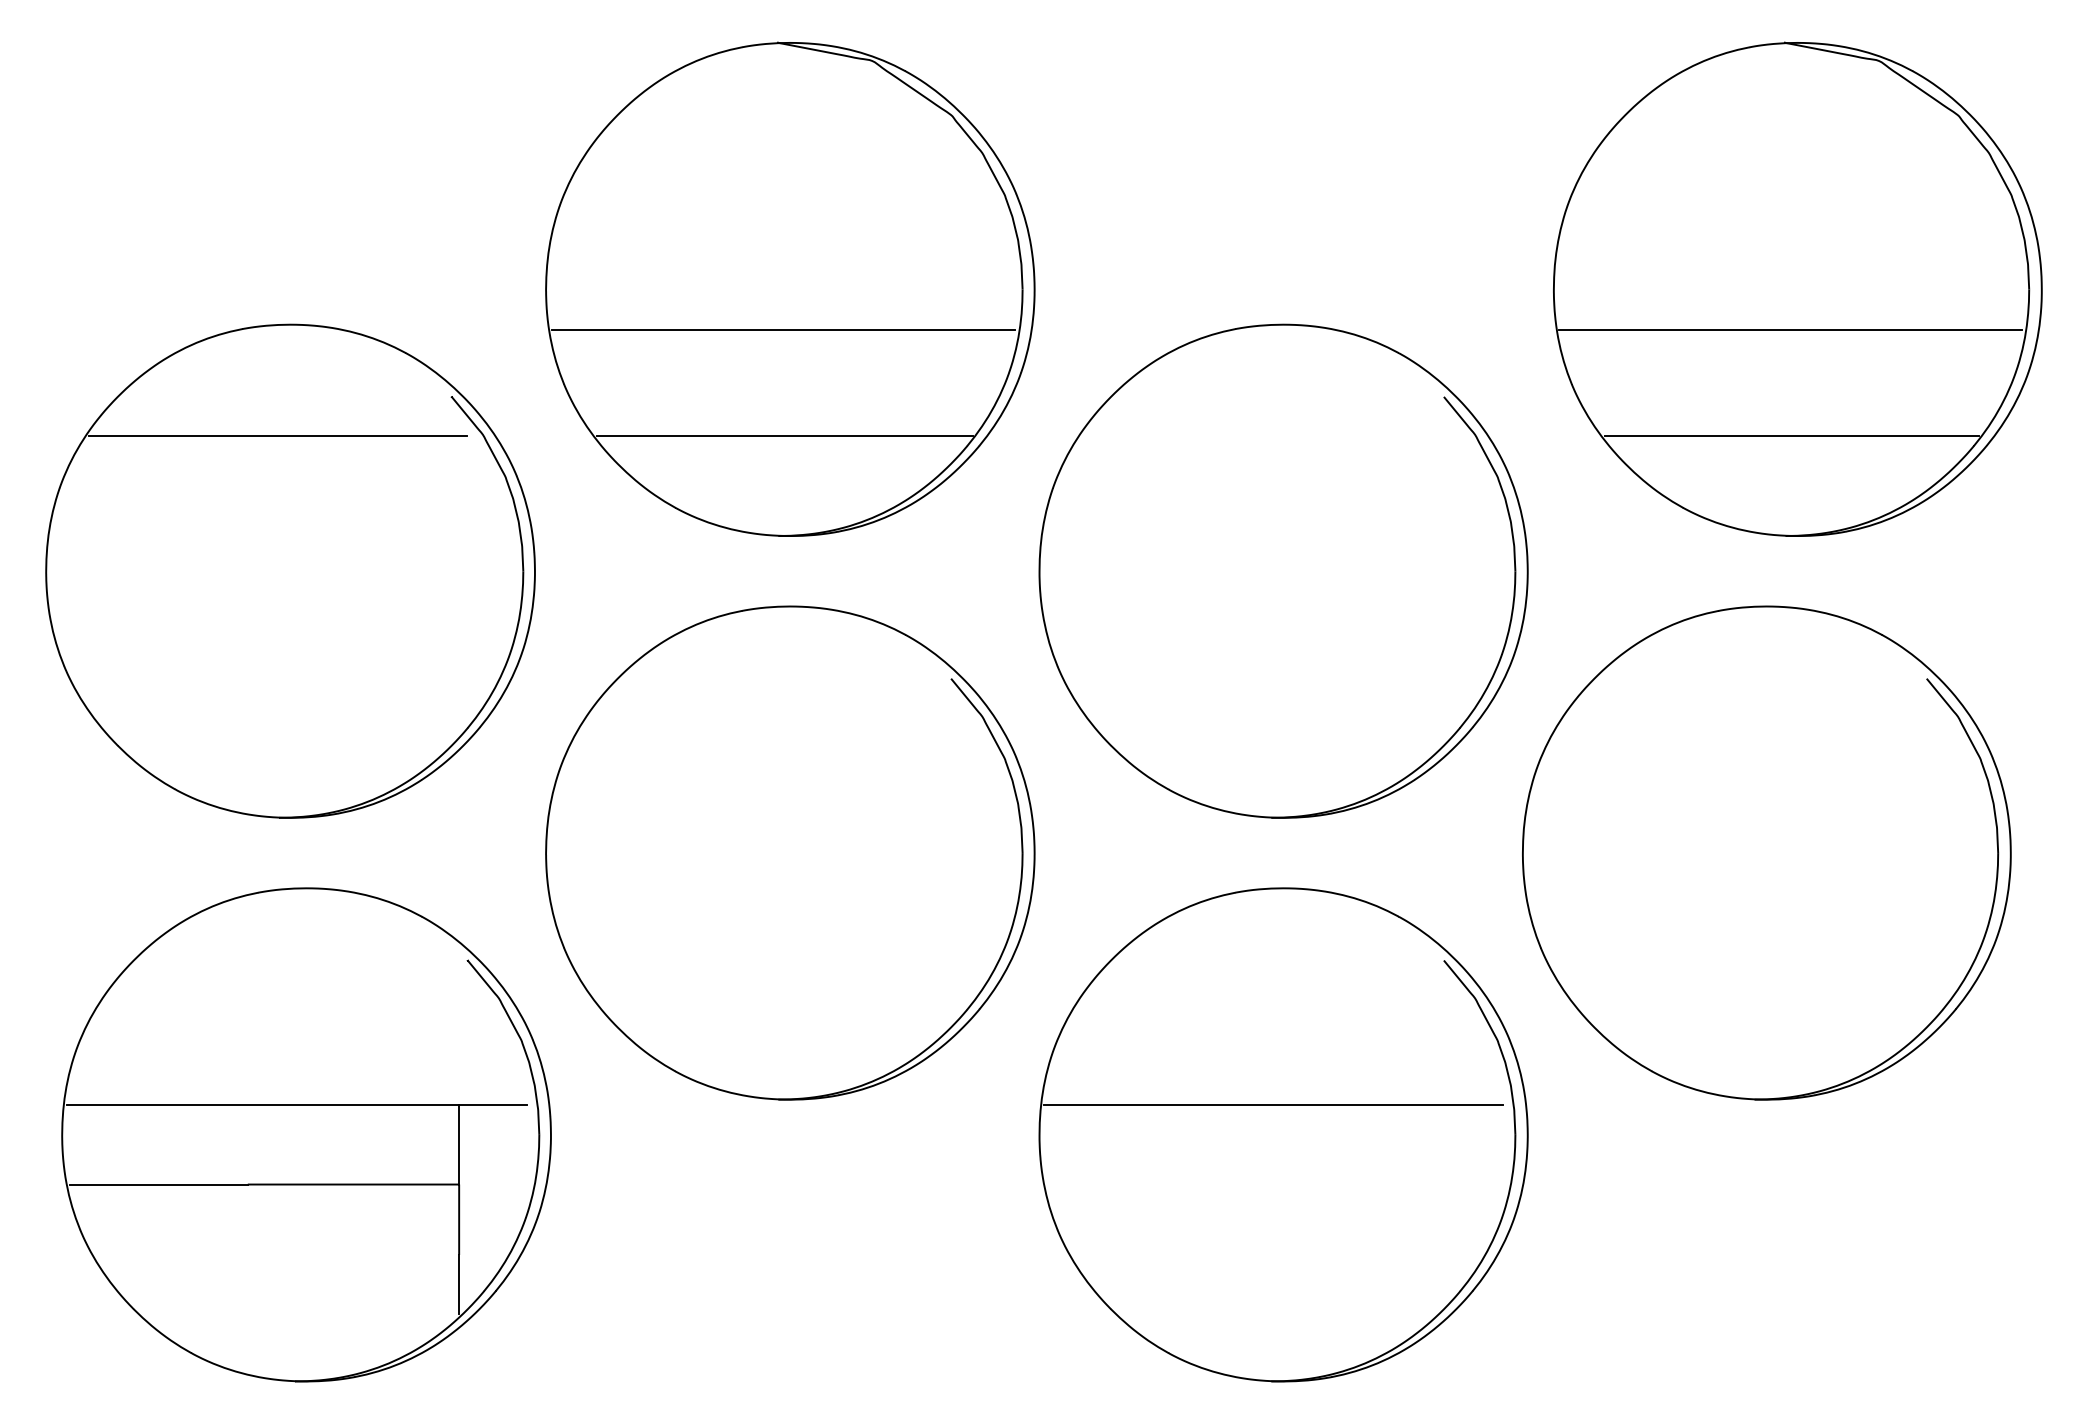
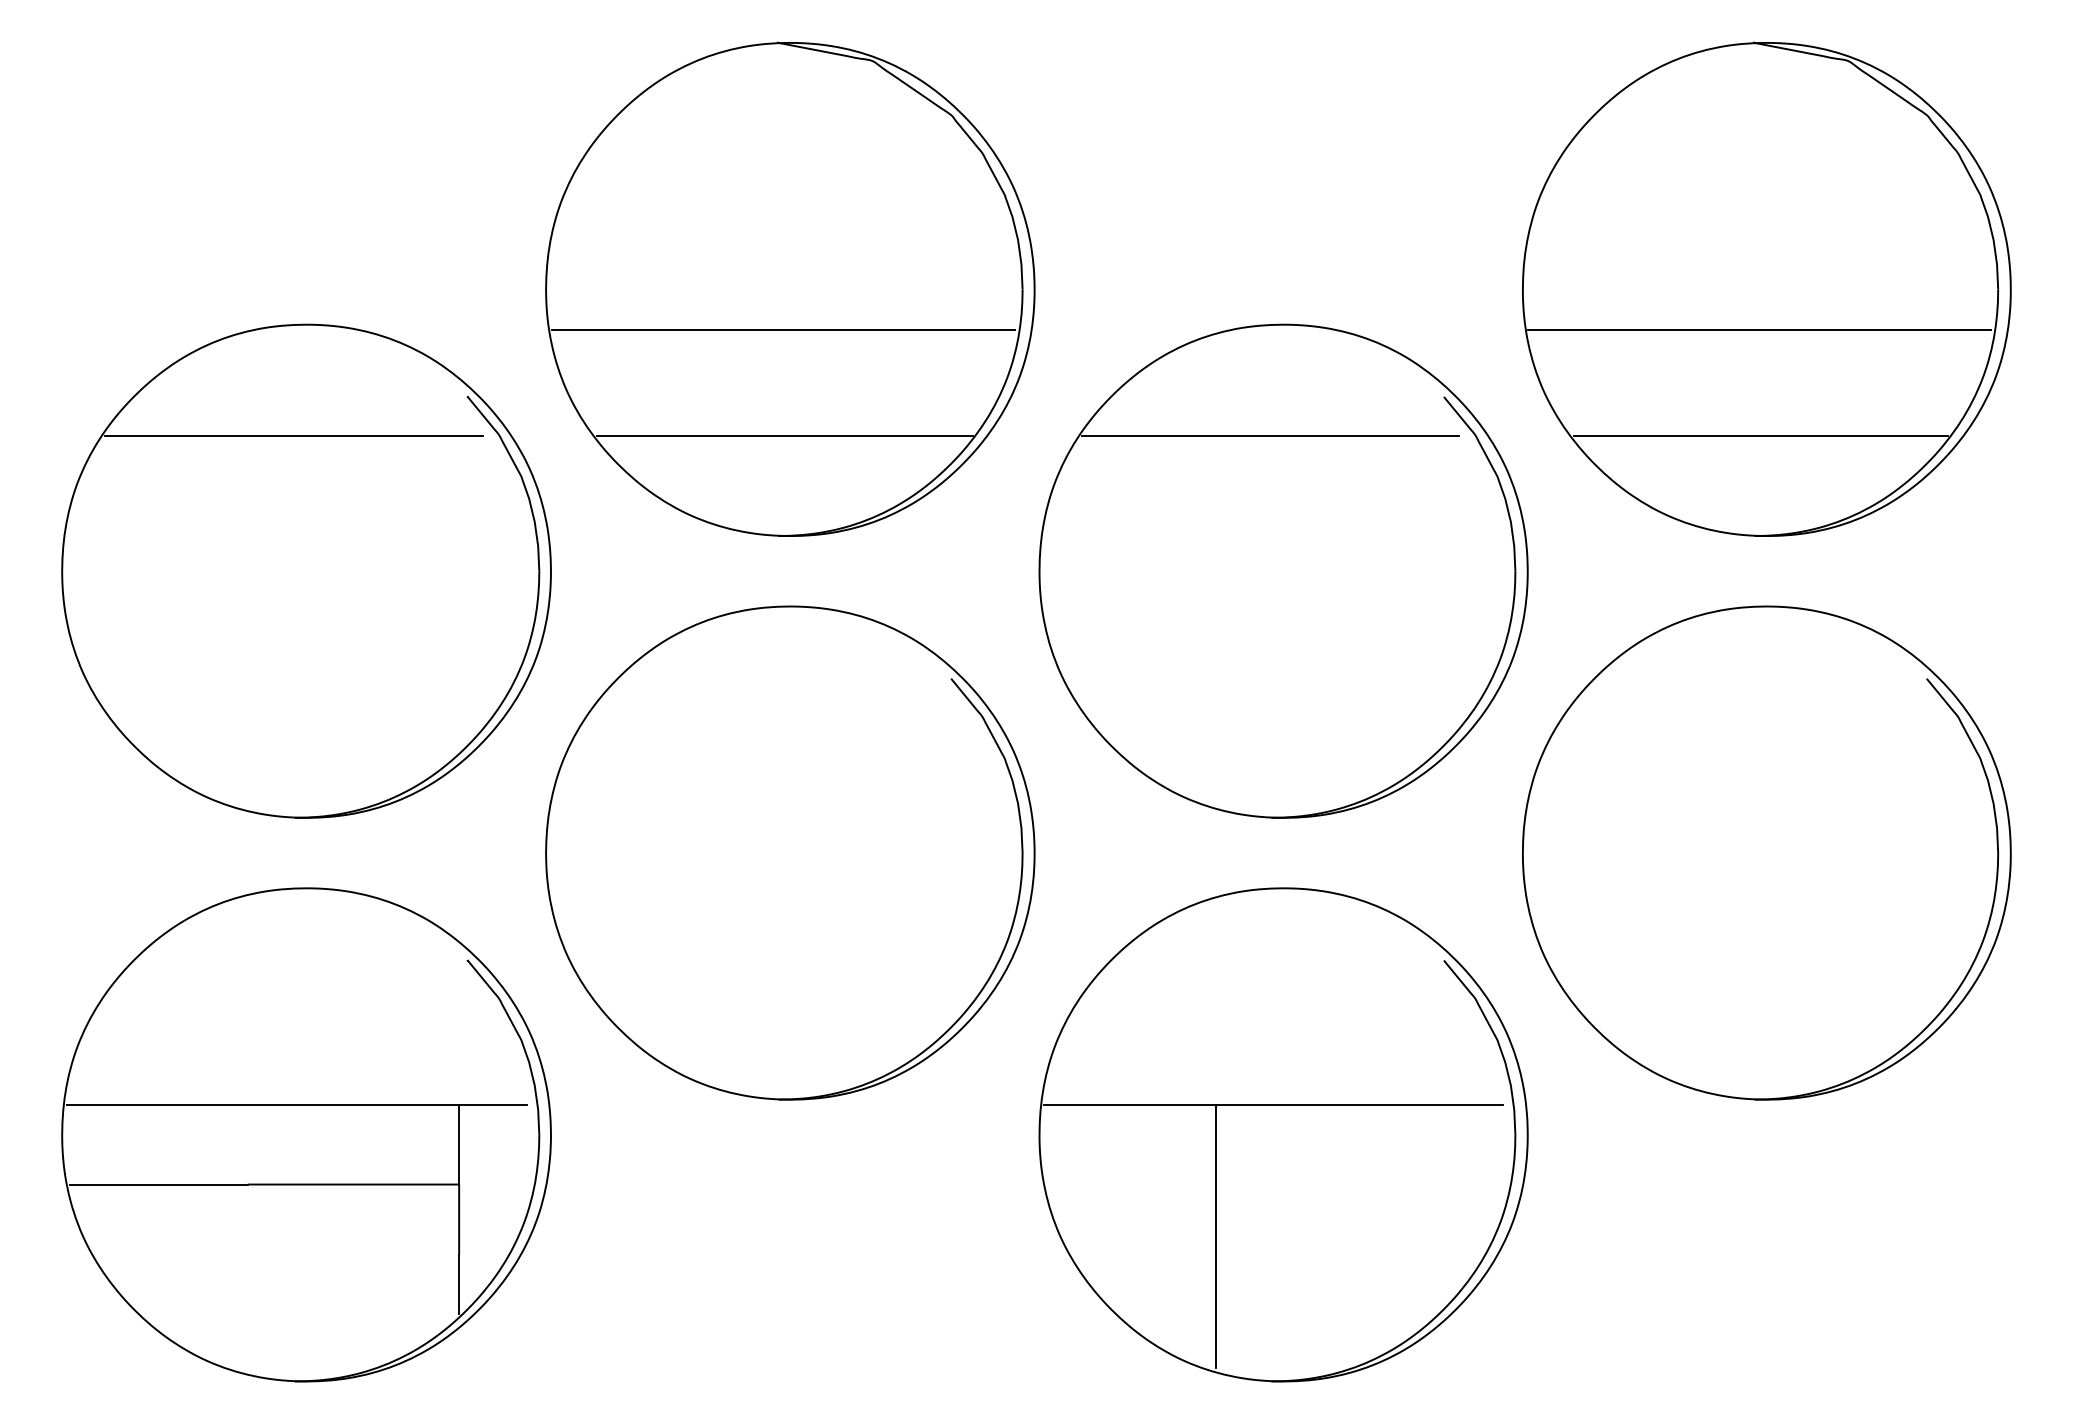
part at (1797, 288) position: (1797, 288) -> (1766, 288)
line at (1270, 435): none -> present
part at (290, 570) position: (290, 570) -> (306, 570)
line at (1216, 1236): none -> present
